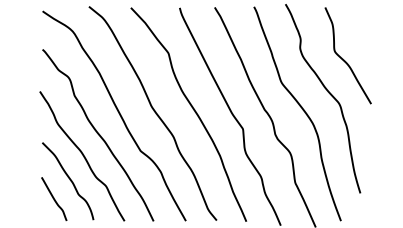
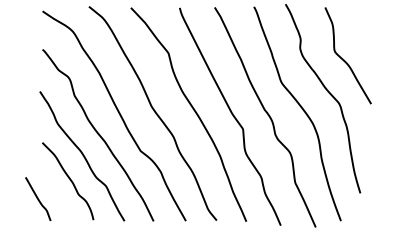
curve at (54, 199) position: (54, 199) -> (38, 199)
